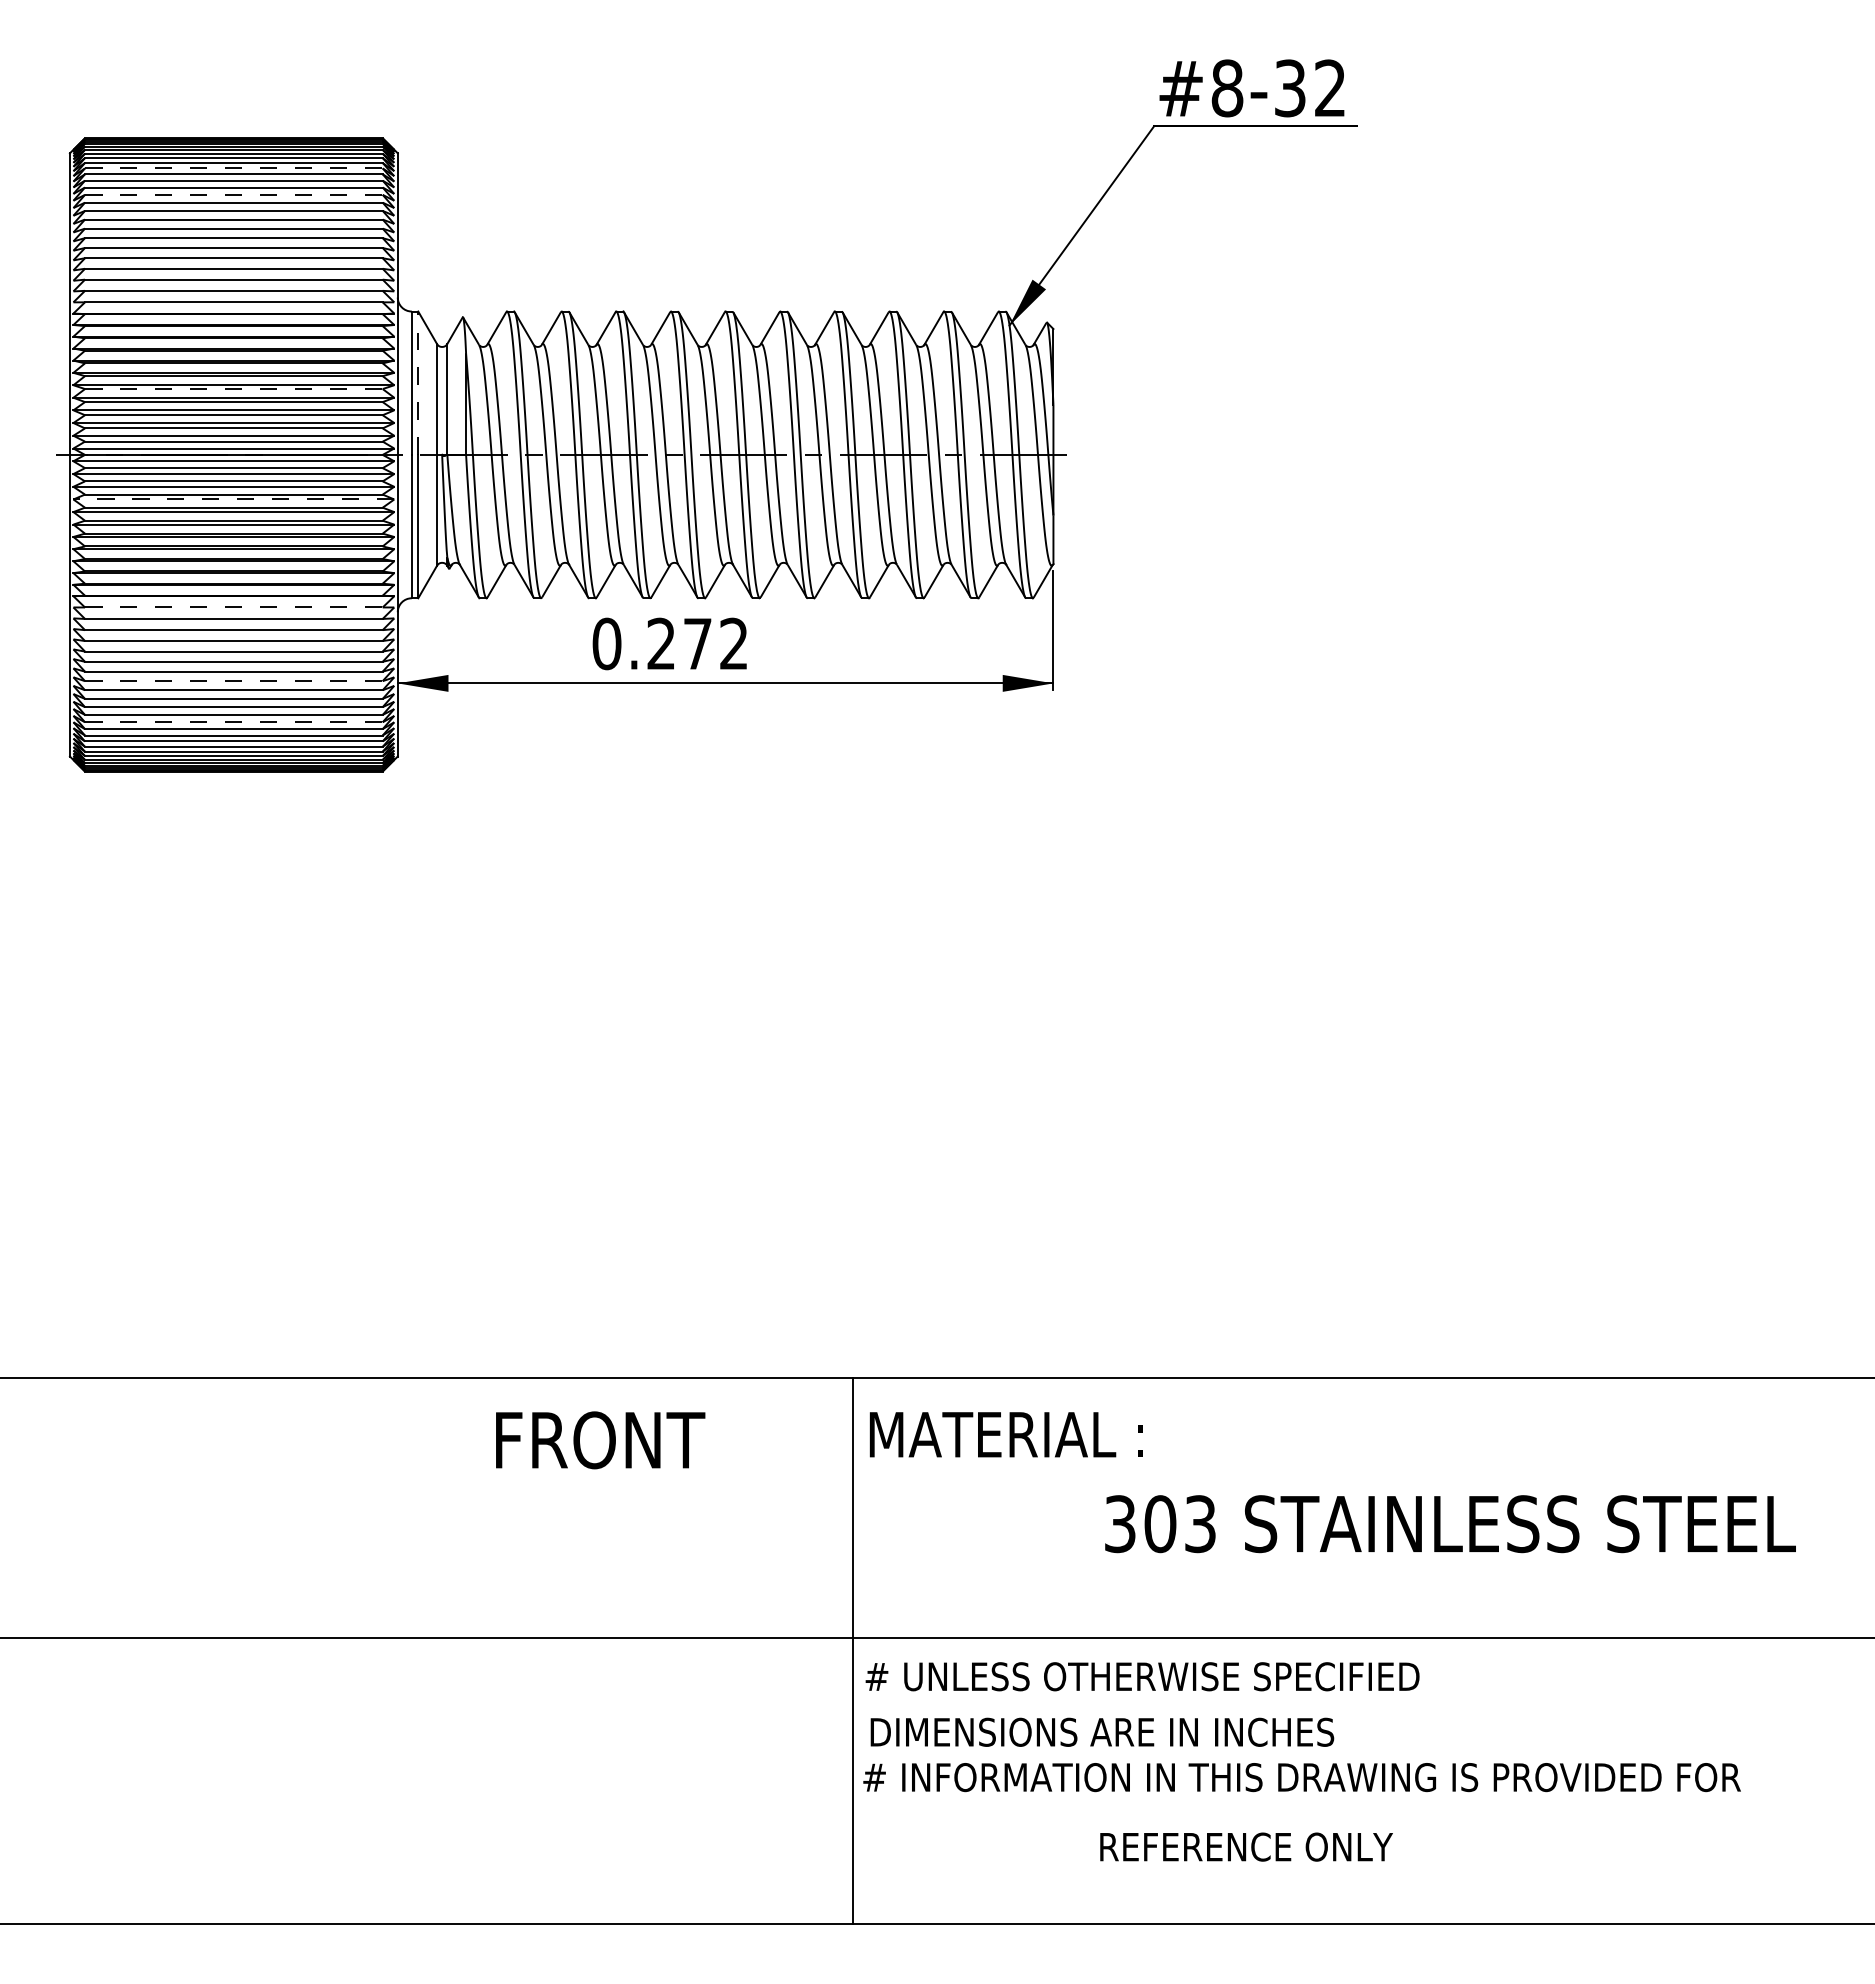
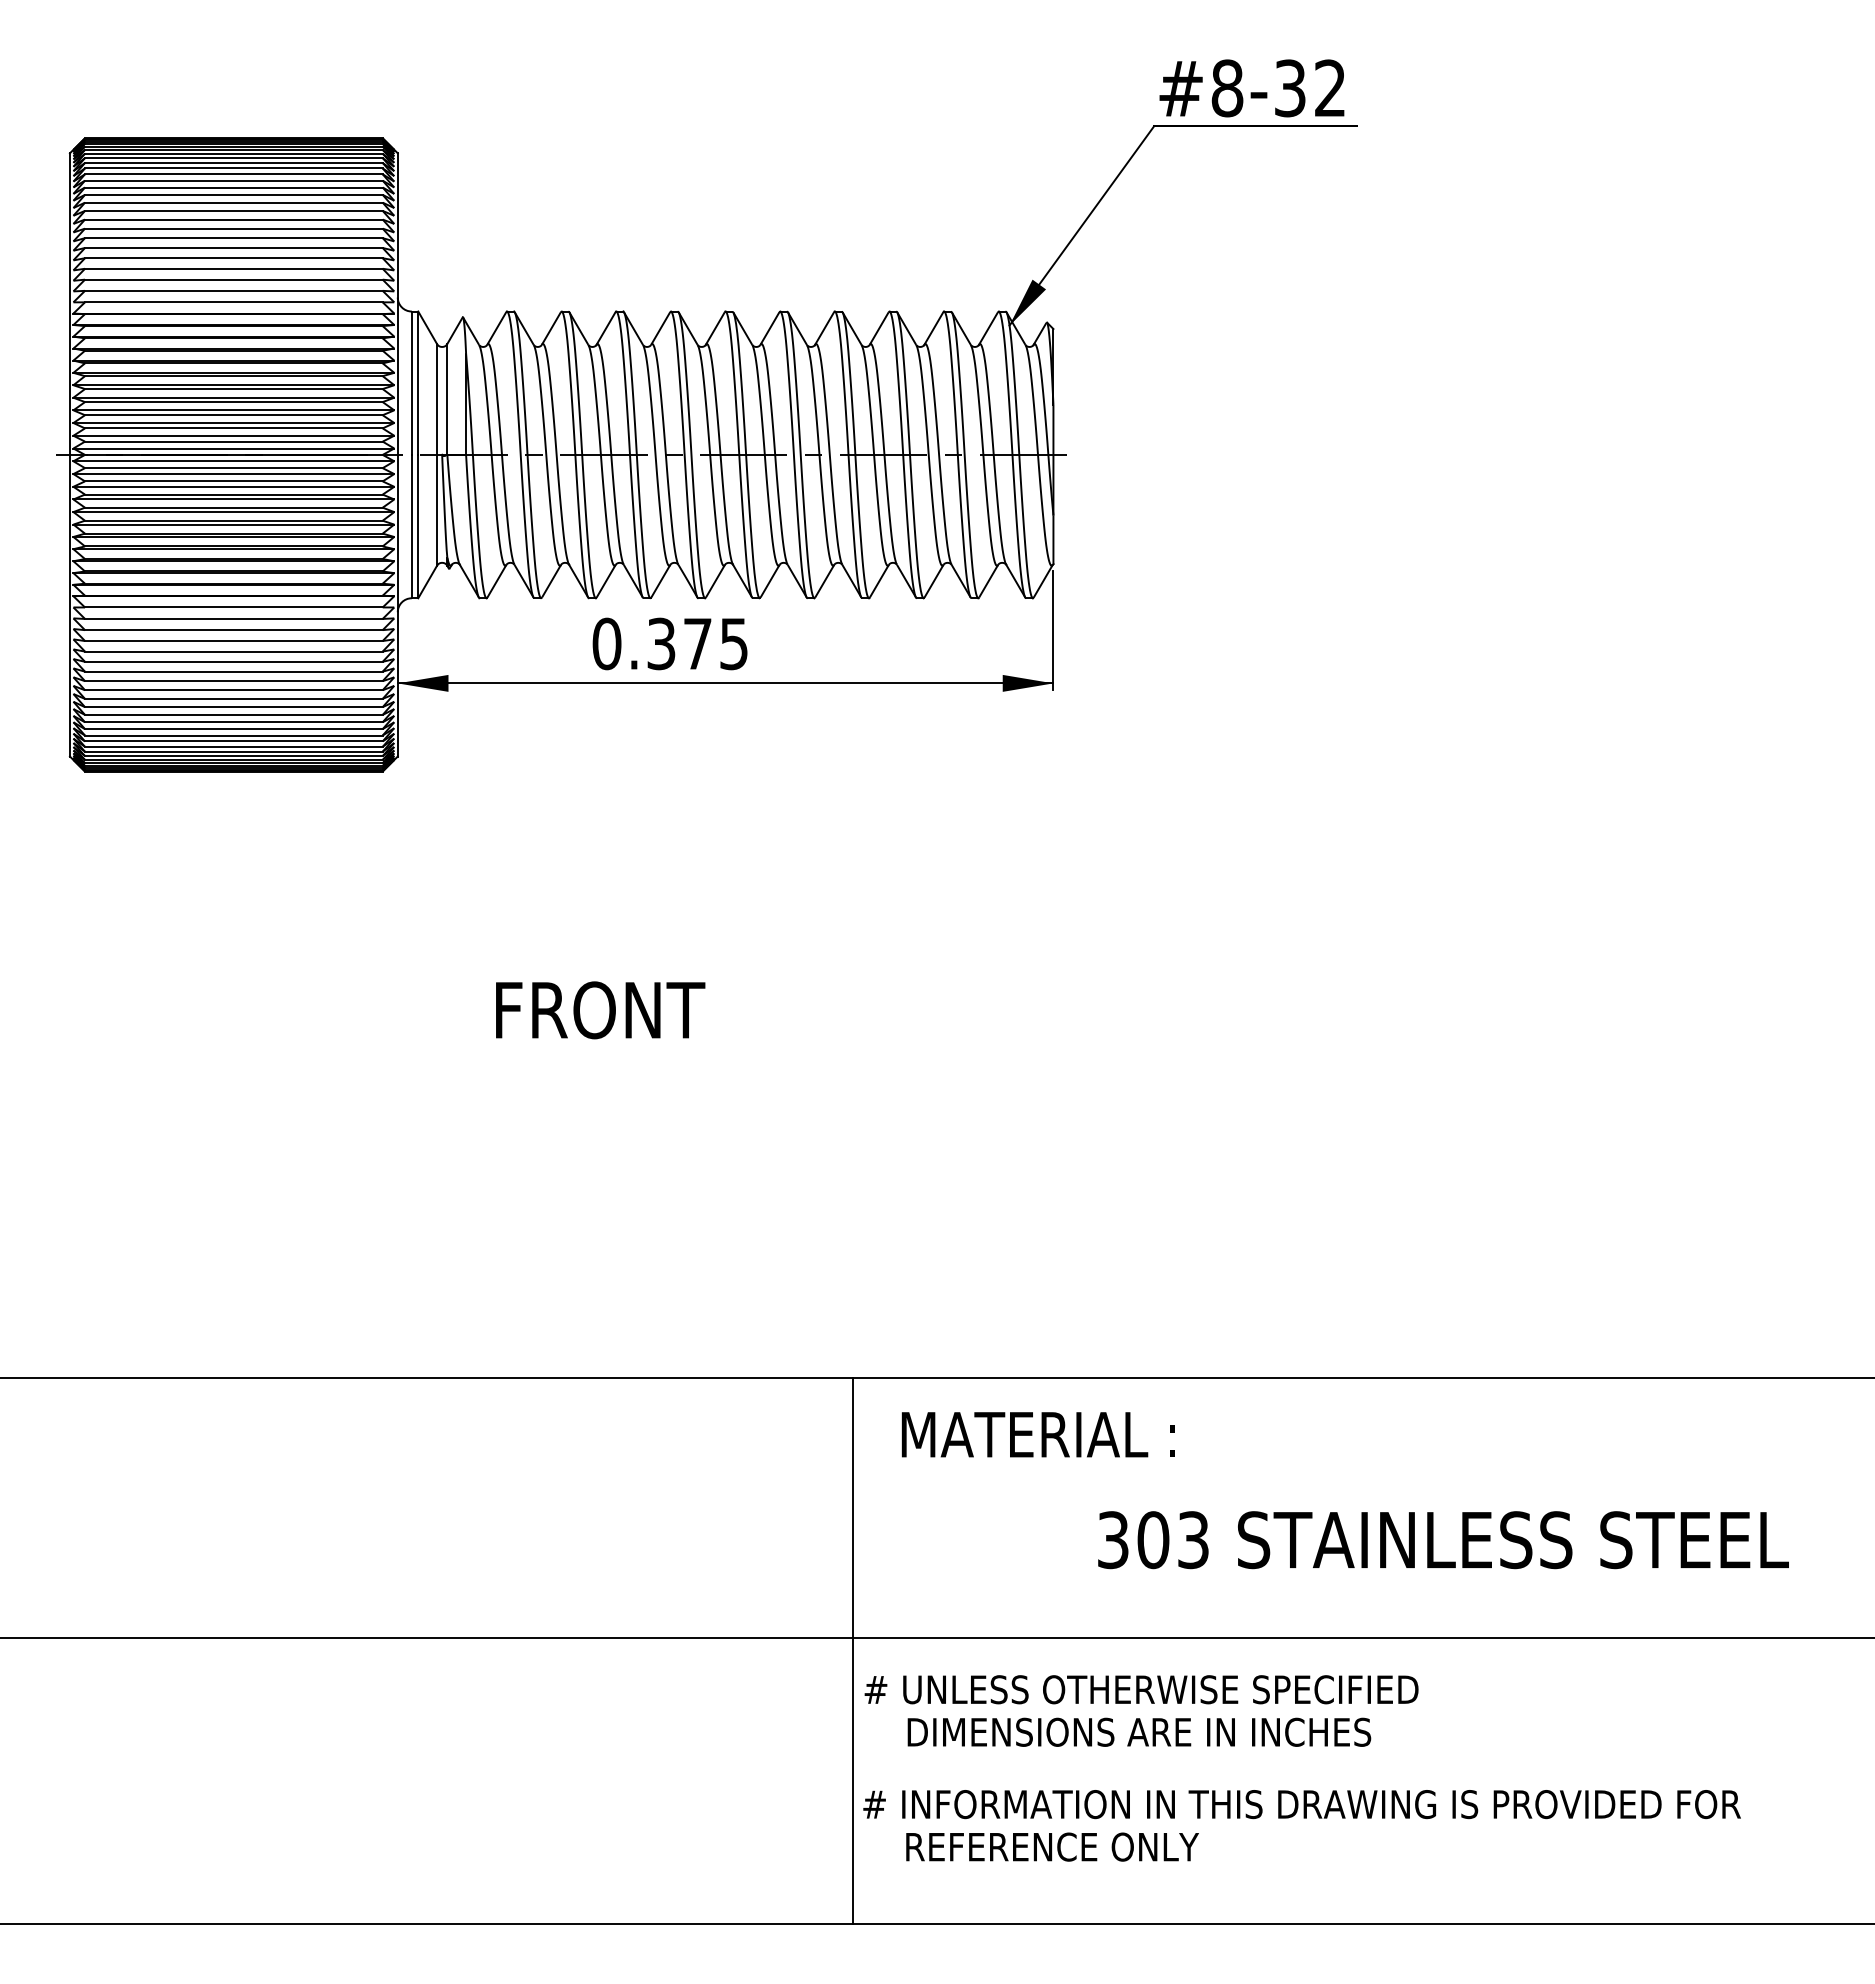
line at (233, 168): dashed -> solid
line at (233, 194): dashed -> solid
line at (418, 383): dashed -> solid
line at (233, 389): dashed -> solid
line at (233, 499): dashed -> solid
line at (233, 607): dashed -> solid
text at (697, 643): 0.272 -> 0.375
line at (233, 681): dashed -> solid
line at (233, 722): dashed -> solid
text at (1005, 1434) position: (1005, 1434) -> (1037, 1434)
text at (600, 1440) position: (600, 1440) -> (600, 1010)
text at (1450, 1524) position: (1450, 1524) -> (1443, 1540)
text at (1142, 1676) position: (1142, 1676) -> (1141, 1689)
text at (1102, 1731) position: (1102, 1731) -> (1139, 1731)
text at (1301, 1777) position: (1301, 1777) -> (1301, 1804)
text at (1246, 1846) position: (1246, 1846) -> (1052, 1846)
